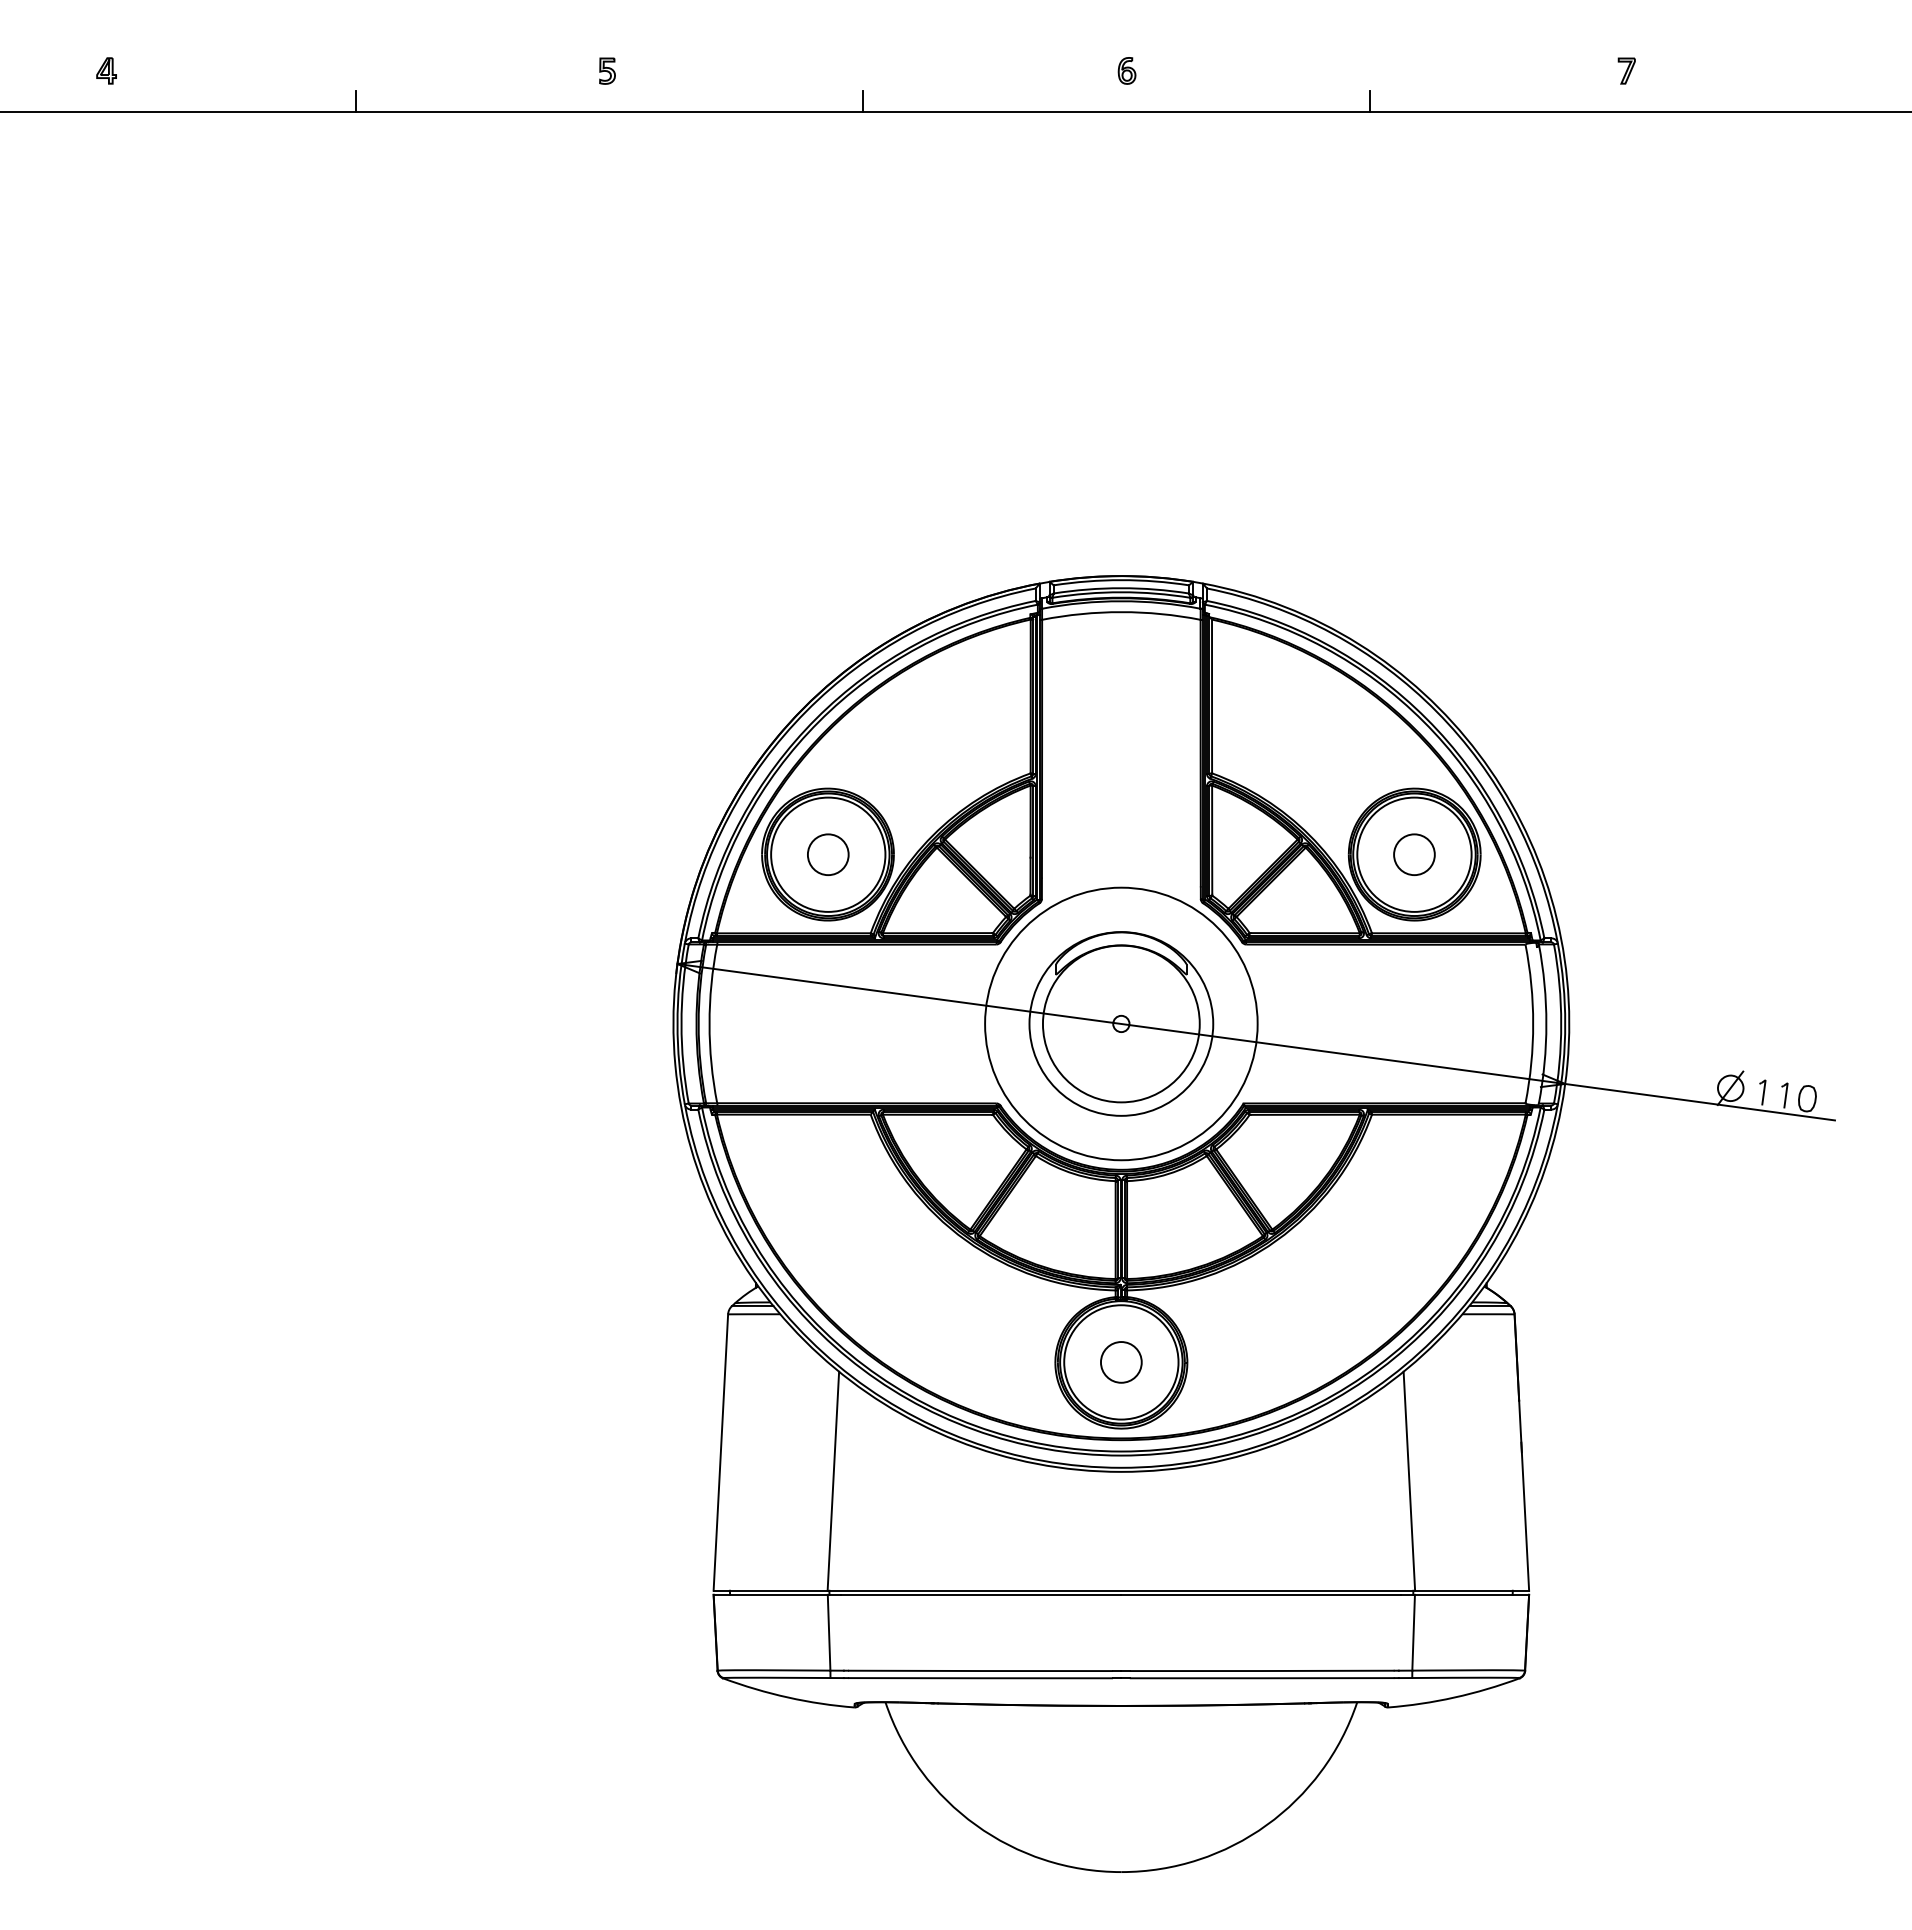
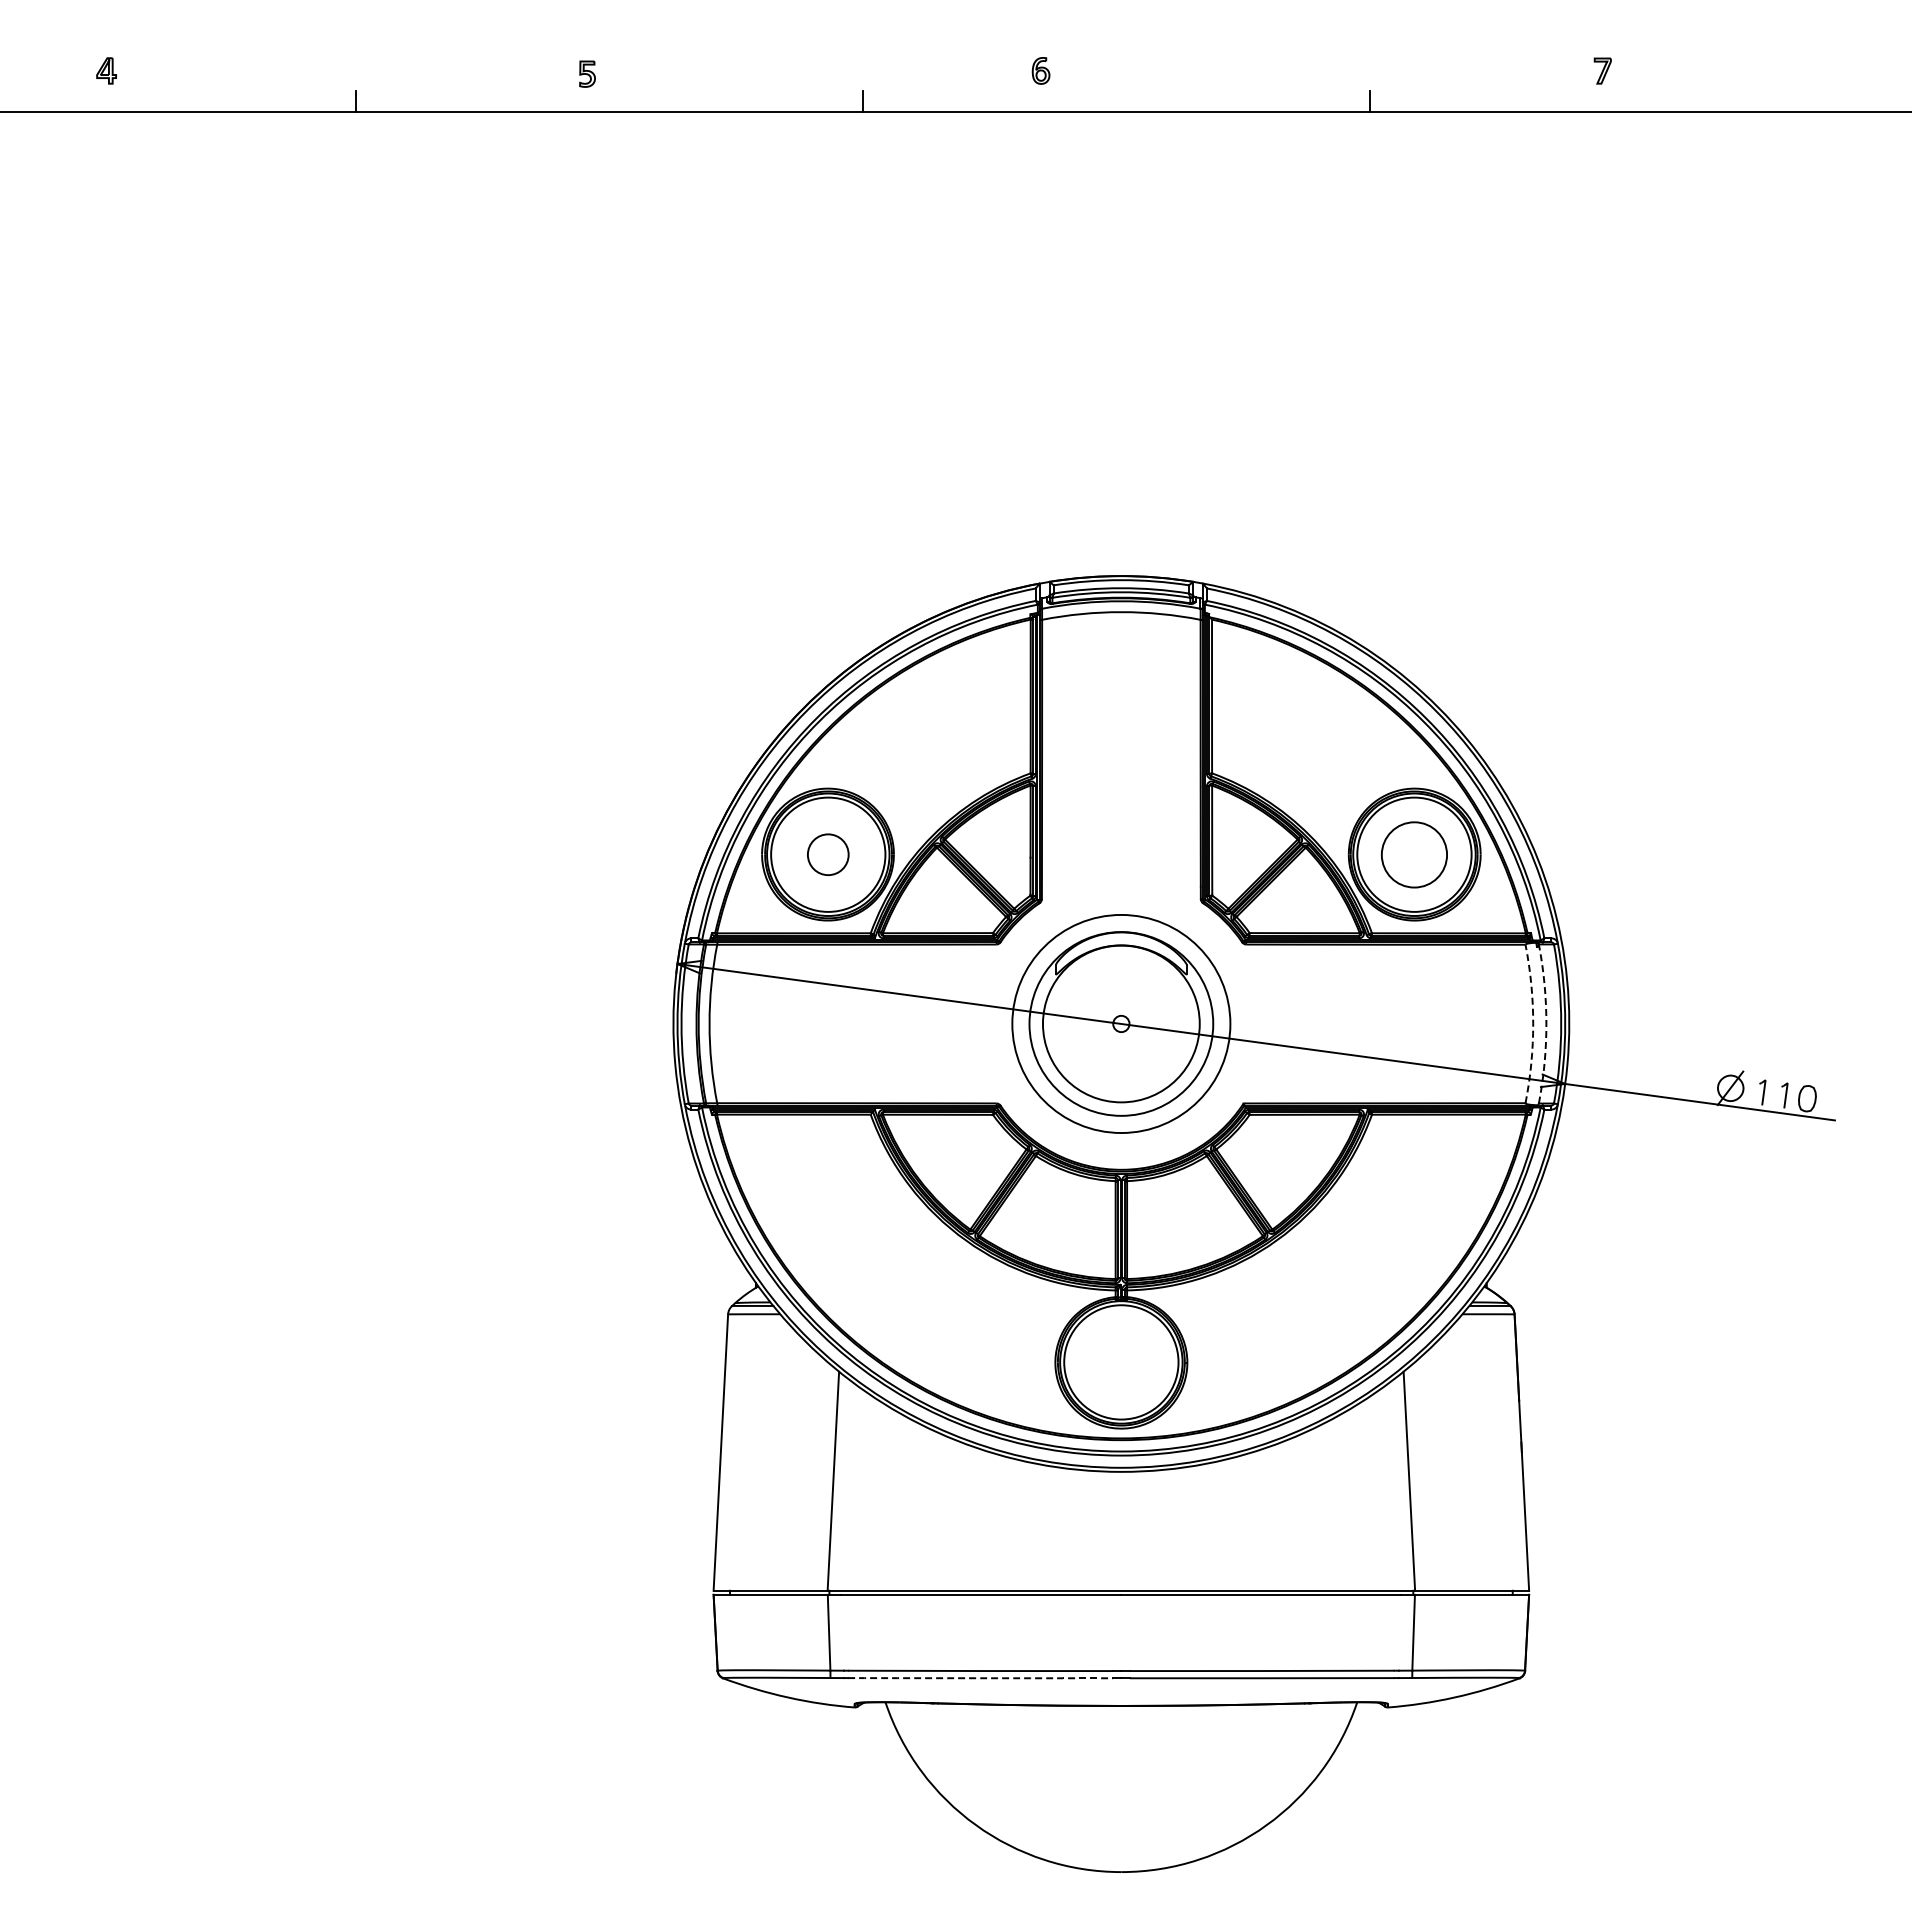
part at (607, 70) position: (607, 70) -> (587, 73)
part at (1126, 70) position: (1126, 70) -> (1040, 70)
part at (1626, 70) position: (1626, 70) -> (1602, 70)
circle at (1414, 854) size: 43x43 px -> 67x68 px
circle at (1121, 1023) diameter: 273 px -> 218 px
arc at (1533, 1023): solid -> dashed
arc at (1546, 1024): solid -> dashed
circle at (1121, 1362): present -> none
arc at (980, 1678): solid -> dashed
